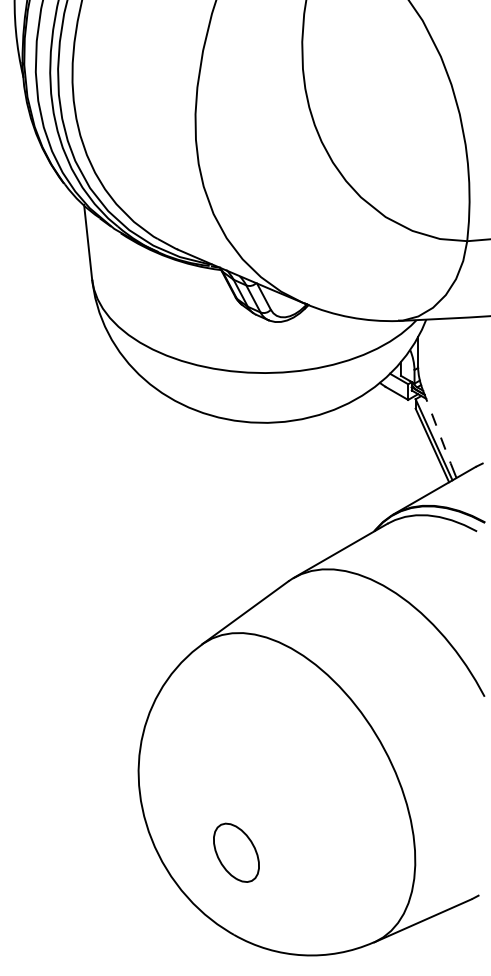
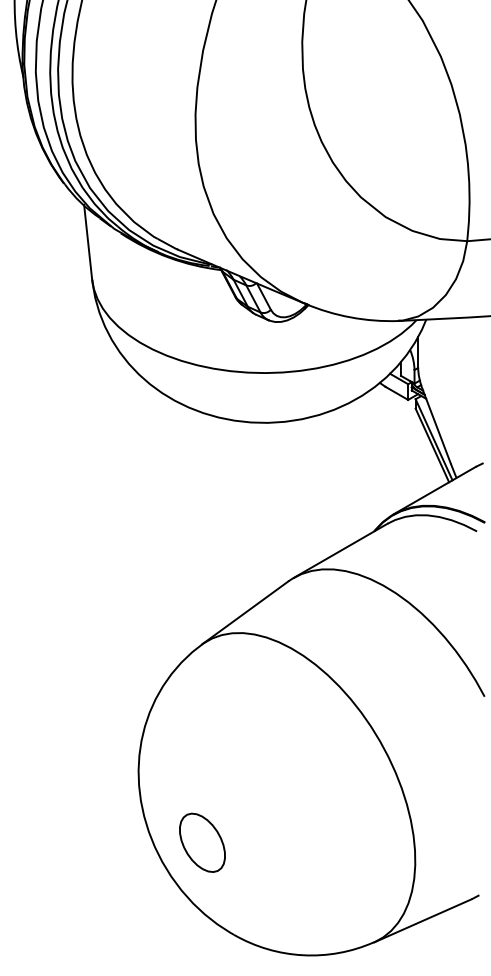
line at (436, 427): dashed -> solid
part at (236, 852) position: (236, 852) -> (202, 842)
